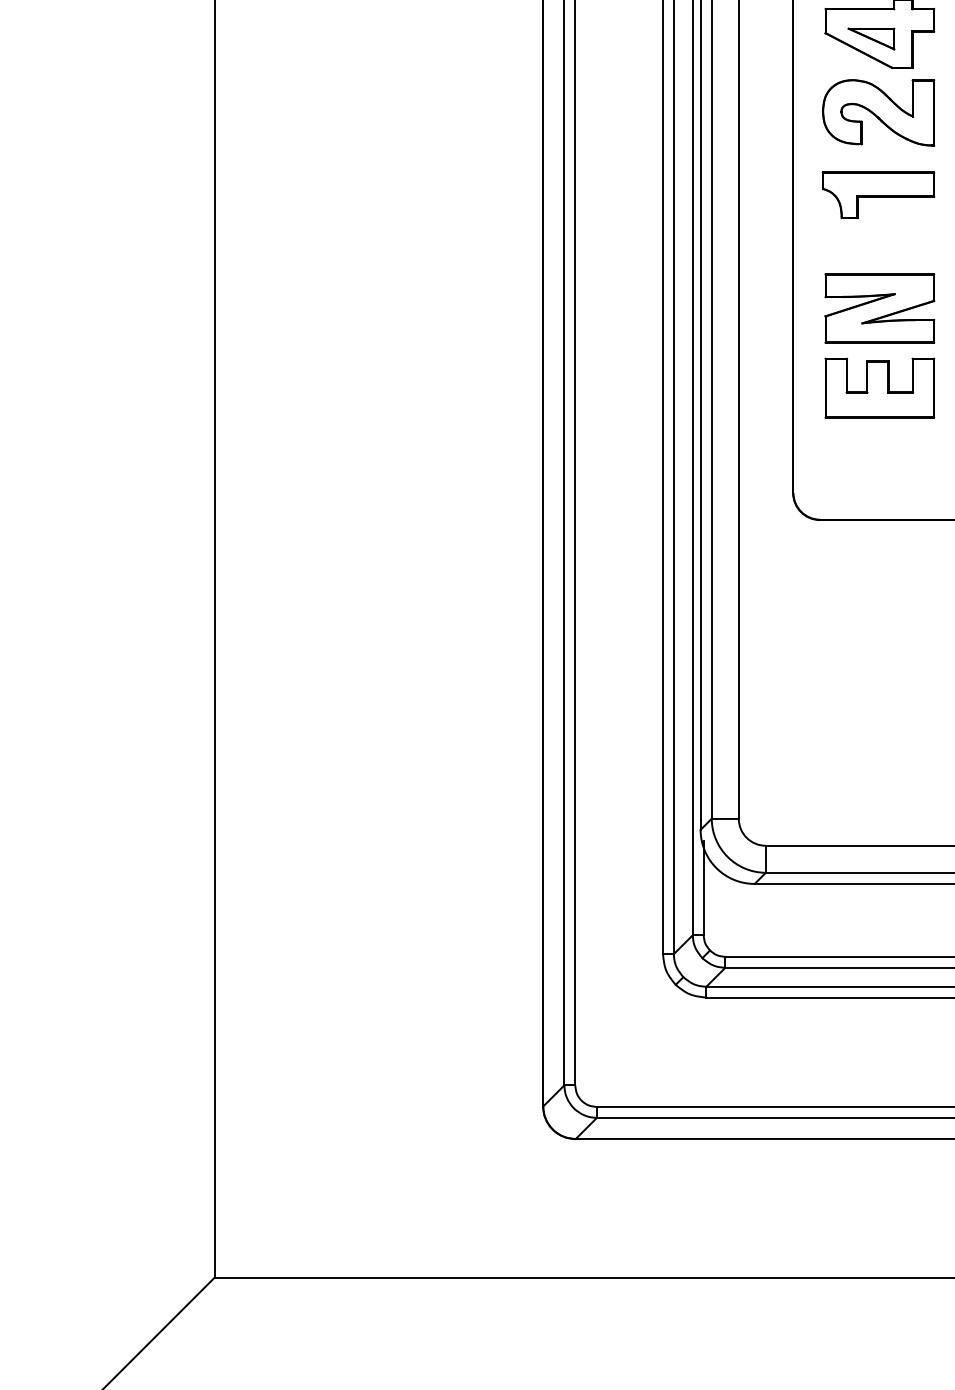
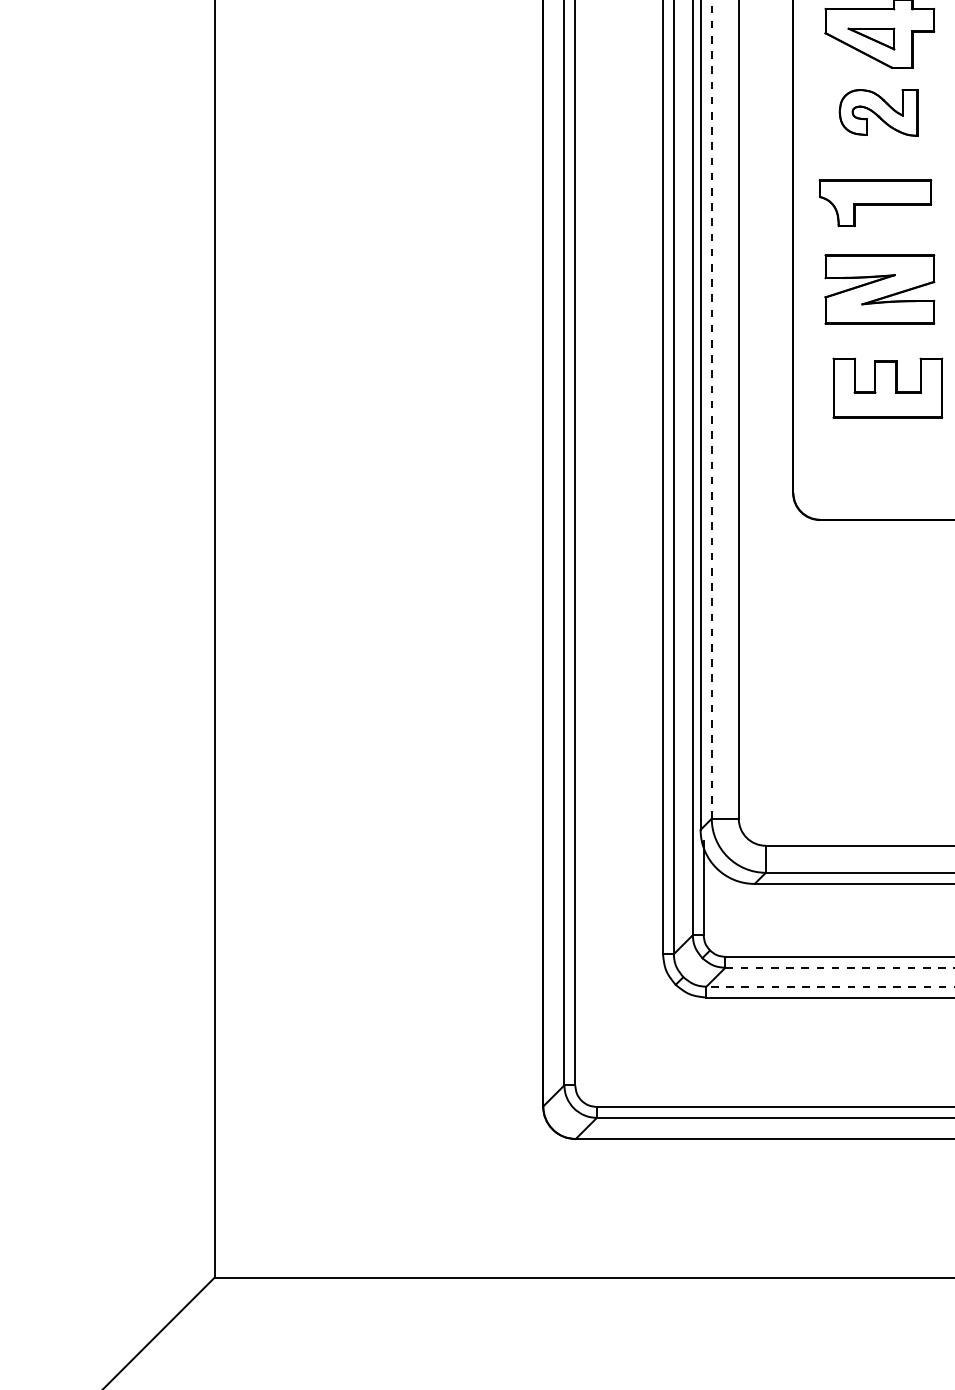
part at (878, 112) size: 114x68 px -> 81x48 px
part at (878, 195) position: (878, 195) -> (875, 203)
part at (879, 308) position: (879, 308) -> (879, 289)
part at (879, 387) position: (879, 387) -> (887, 387)
line at (711, 409): solid -> dashed
line at (840, 967): solid -> dashed
line at (830, 986): solid -> dashed
